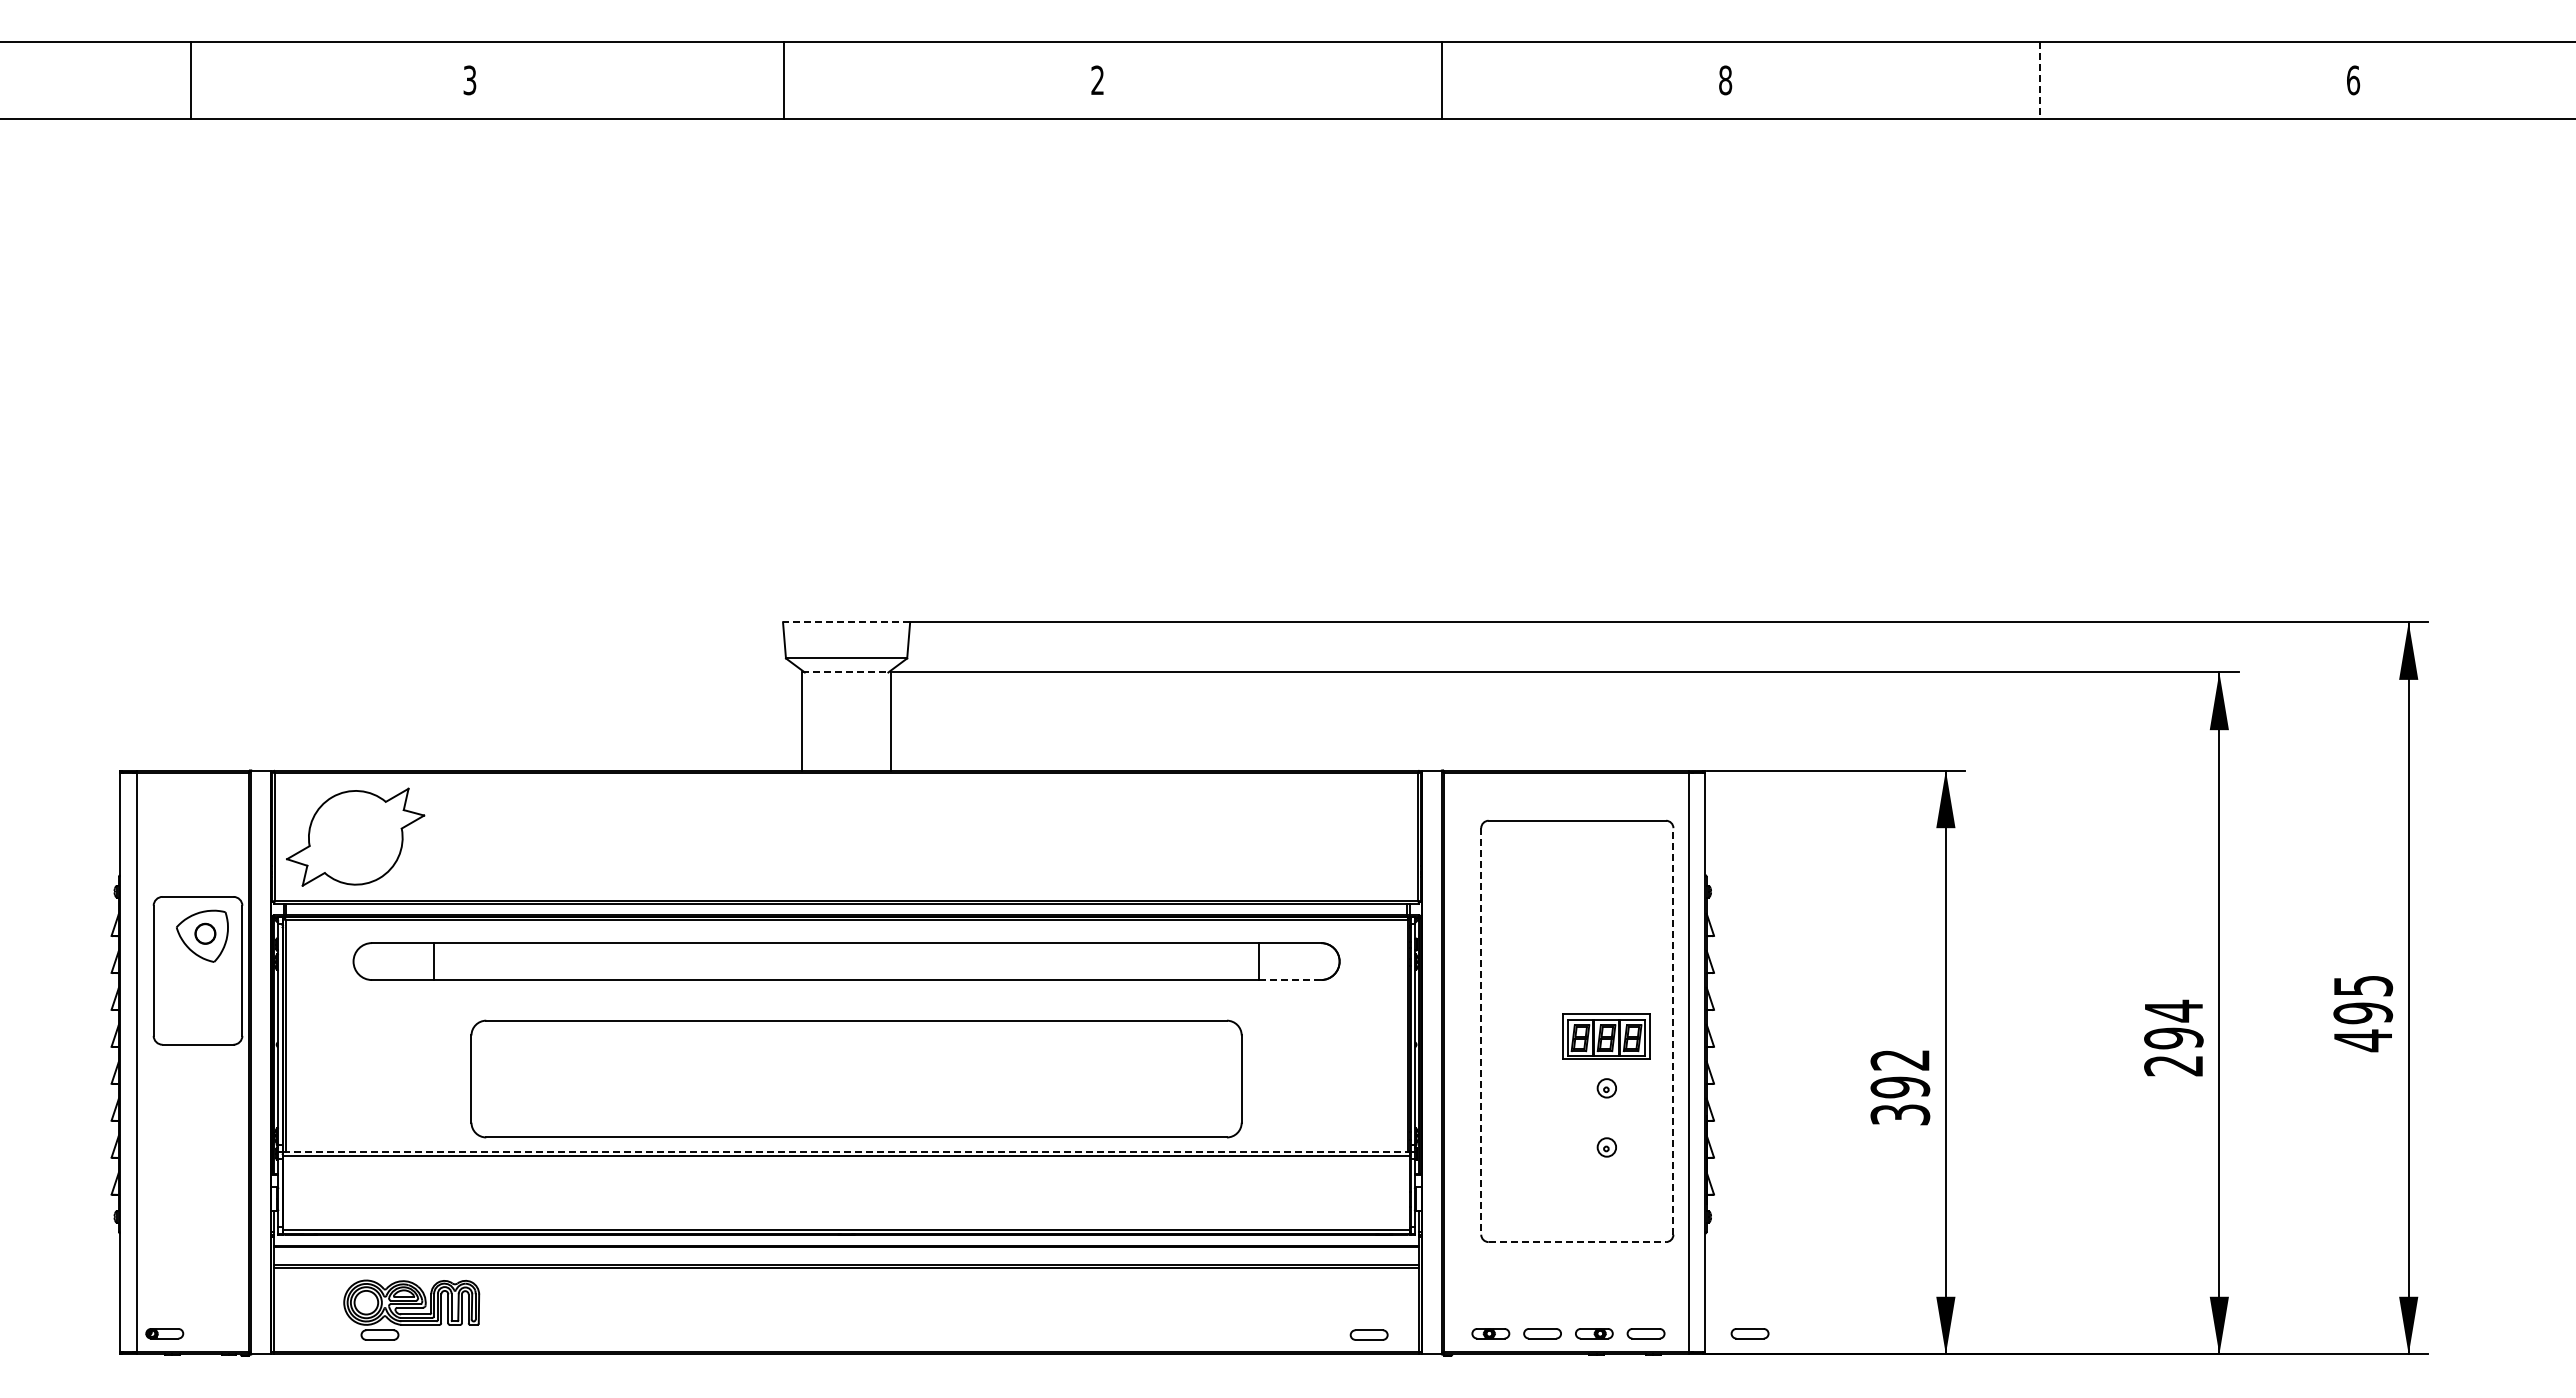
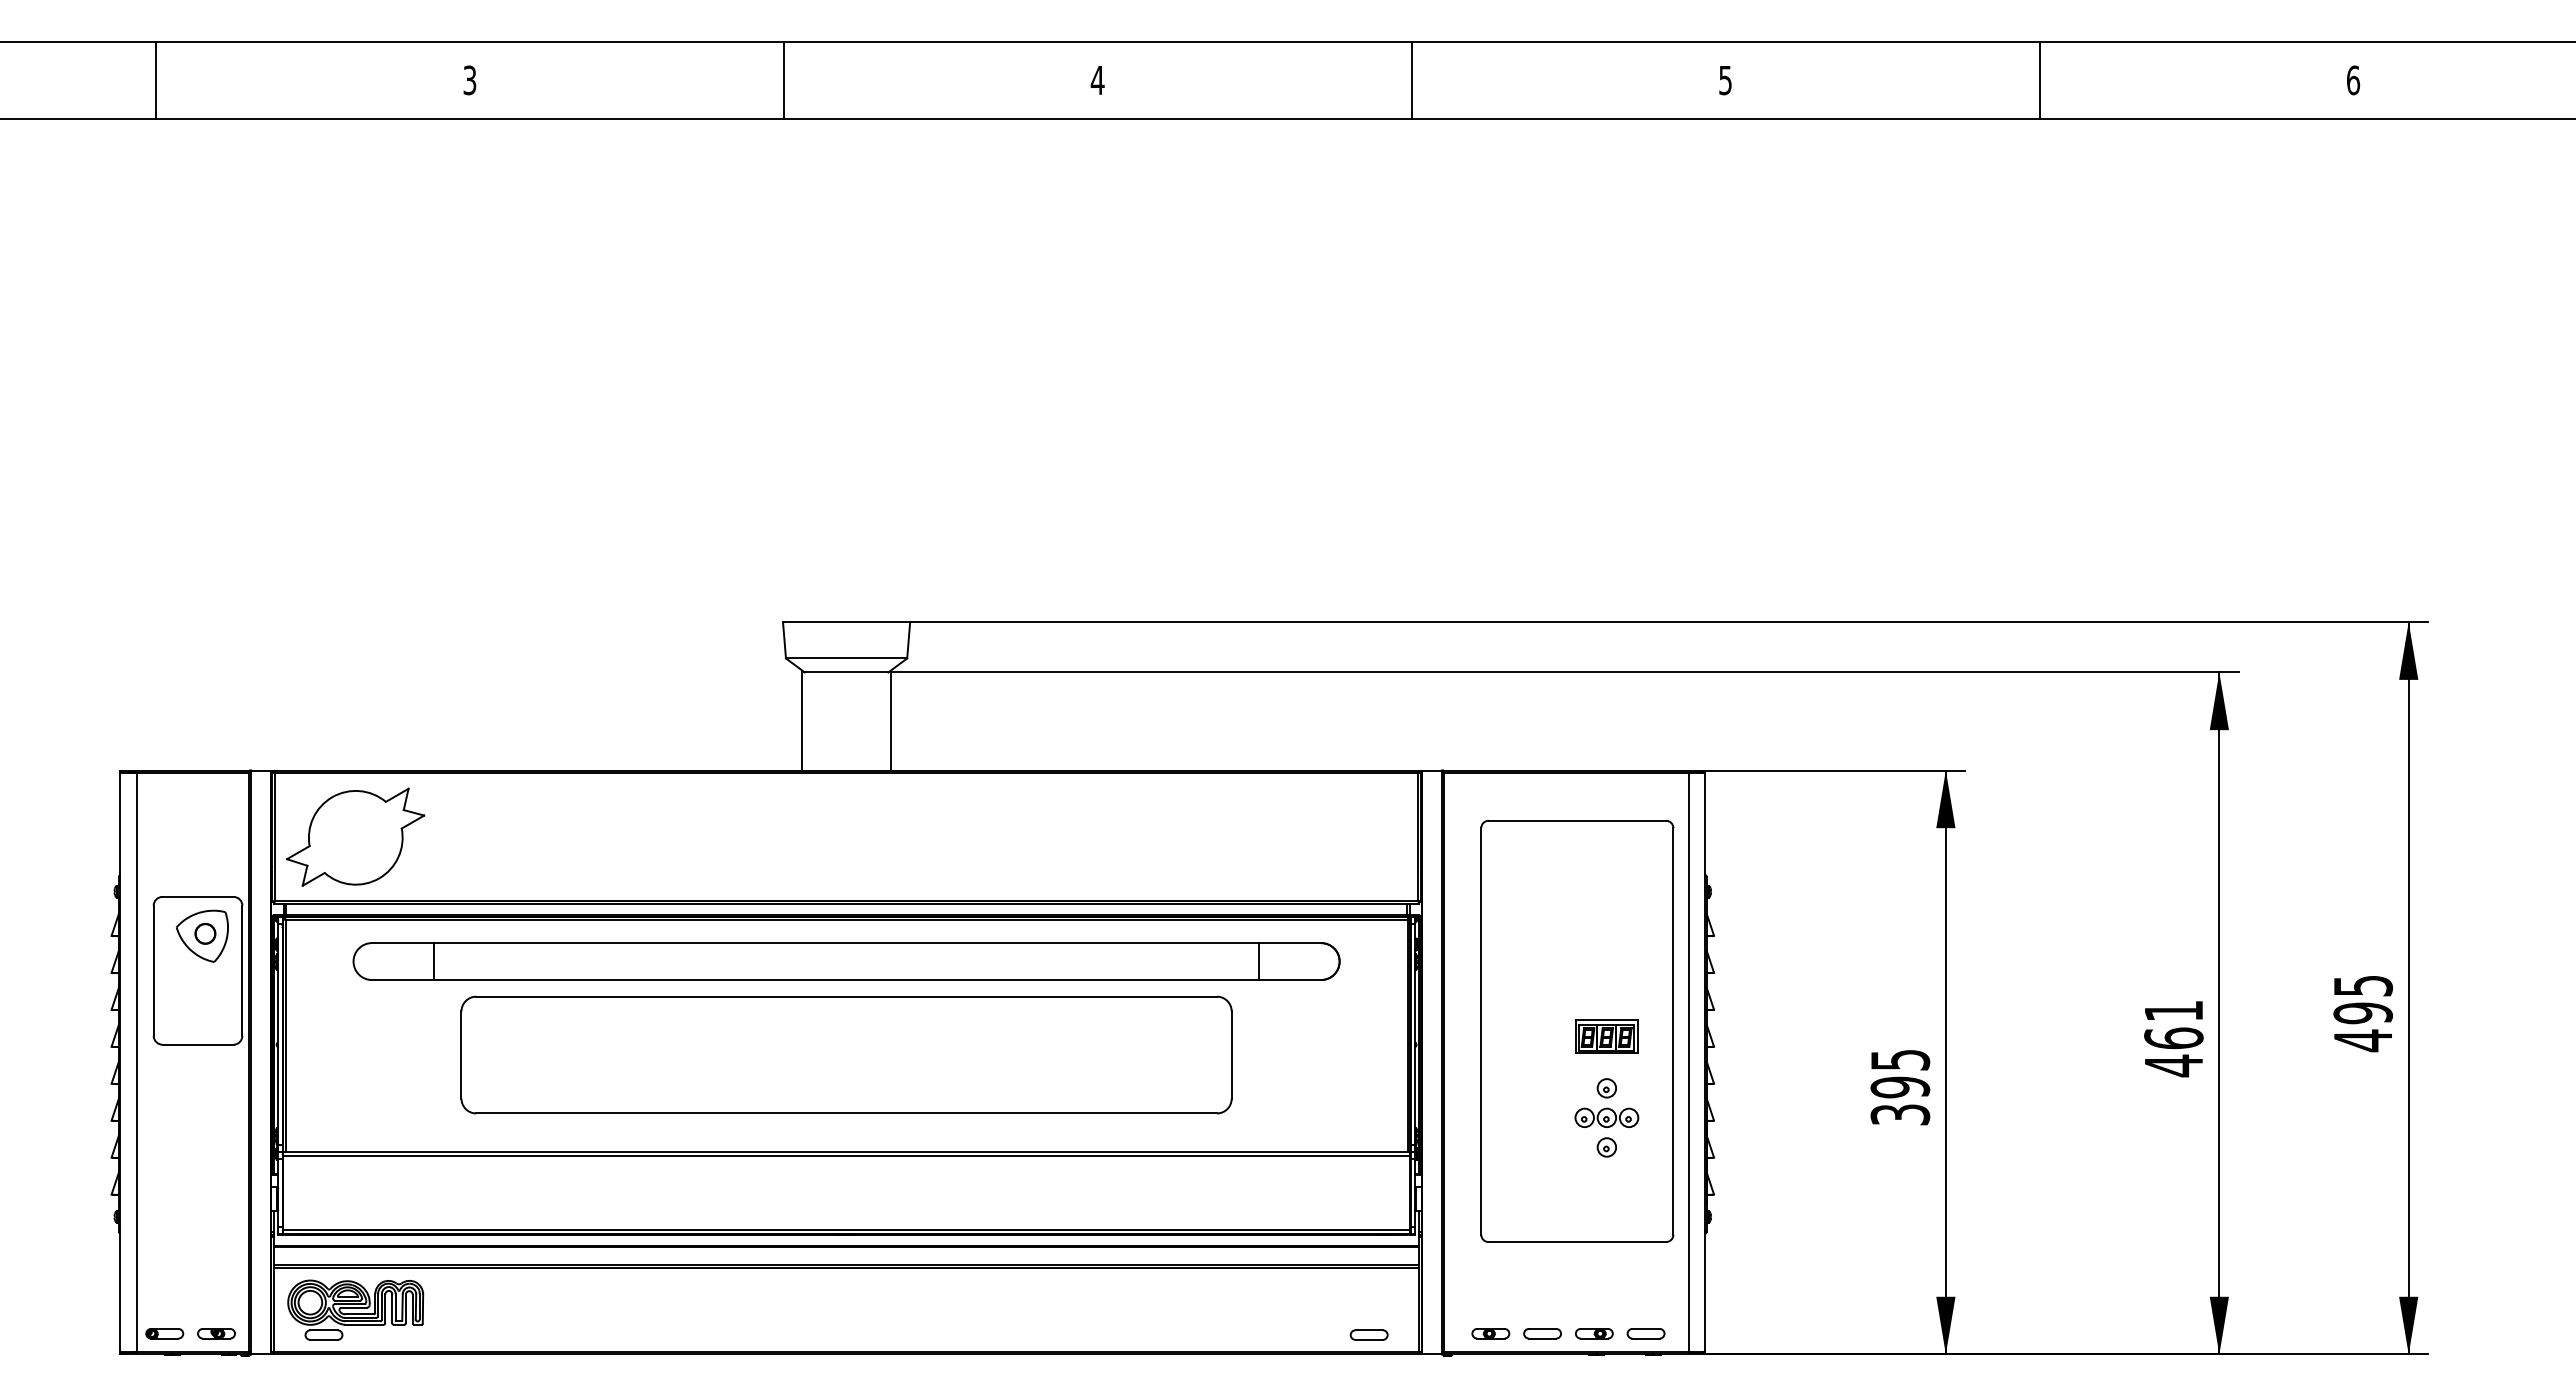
line at (191, 79) position: (191, 79) -> (156, 79)
text at (1097, 79): 2 -> 4
line at (1441, 79) position: (1441, 79) -> (1411, 79)
text at (1725, 80): 8 -> 5
line at (2039, 80): dashed -> solid
line at (846, 622): dashed -> solid
line at (847, 672): dashed -> solid
line at (1290, 980): dashed -> solid
line at (1673, 1030): dashed -> solid
line at (1481, 1031): dashed -> solid
part at (1606, 1036) size: 89x47 px -> 64x35 px
text at (2173, 1038): 294 -> 461
text at (1900, 1060): 392 -> 395
part at (856, 1078) position: (856, 1078) -> (846, 1054)
part at (1606, 1117): none -> present
line at (846, 1151): dashed -> solid
line at (1577, 1242): dashed -> solid
part at (411, 1309) position: (411, 1309) -> (355, 1309)
part at (216, 1333): none -> present
part at (1749, 1333): present -> none
